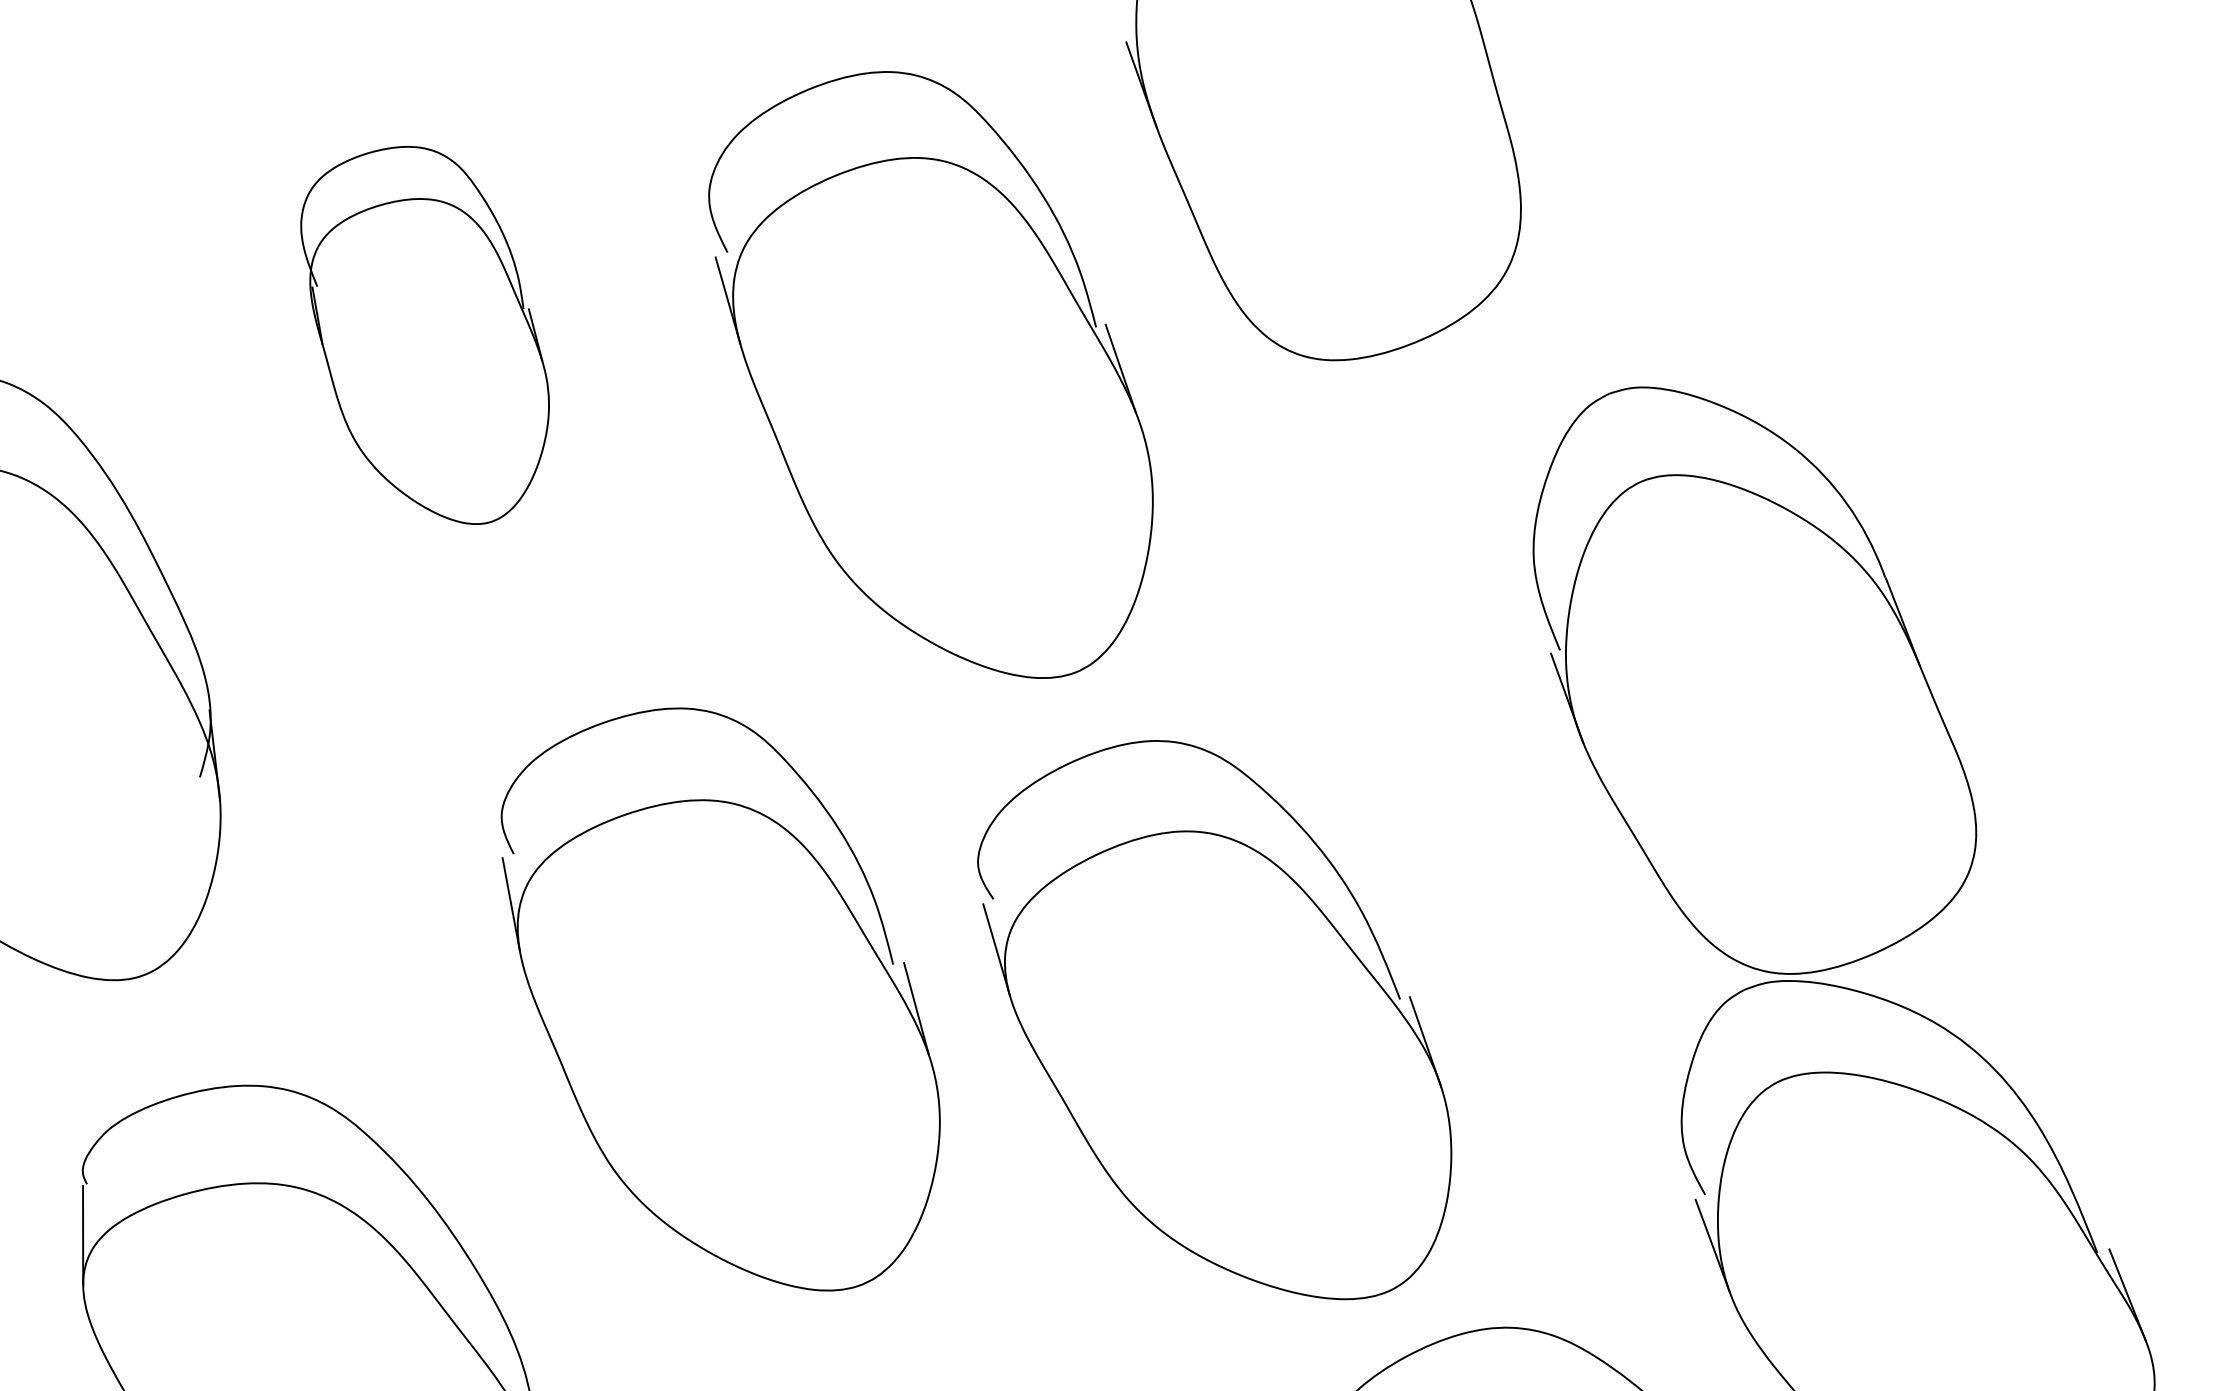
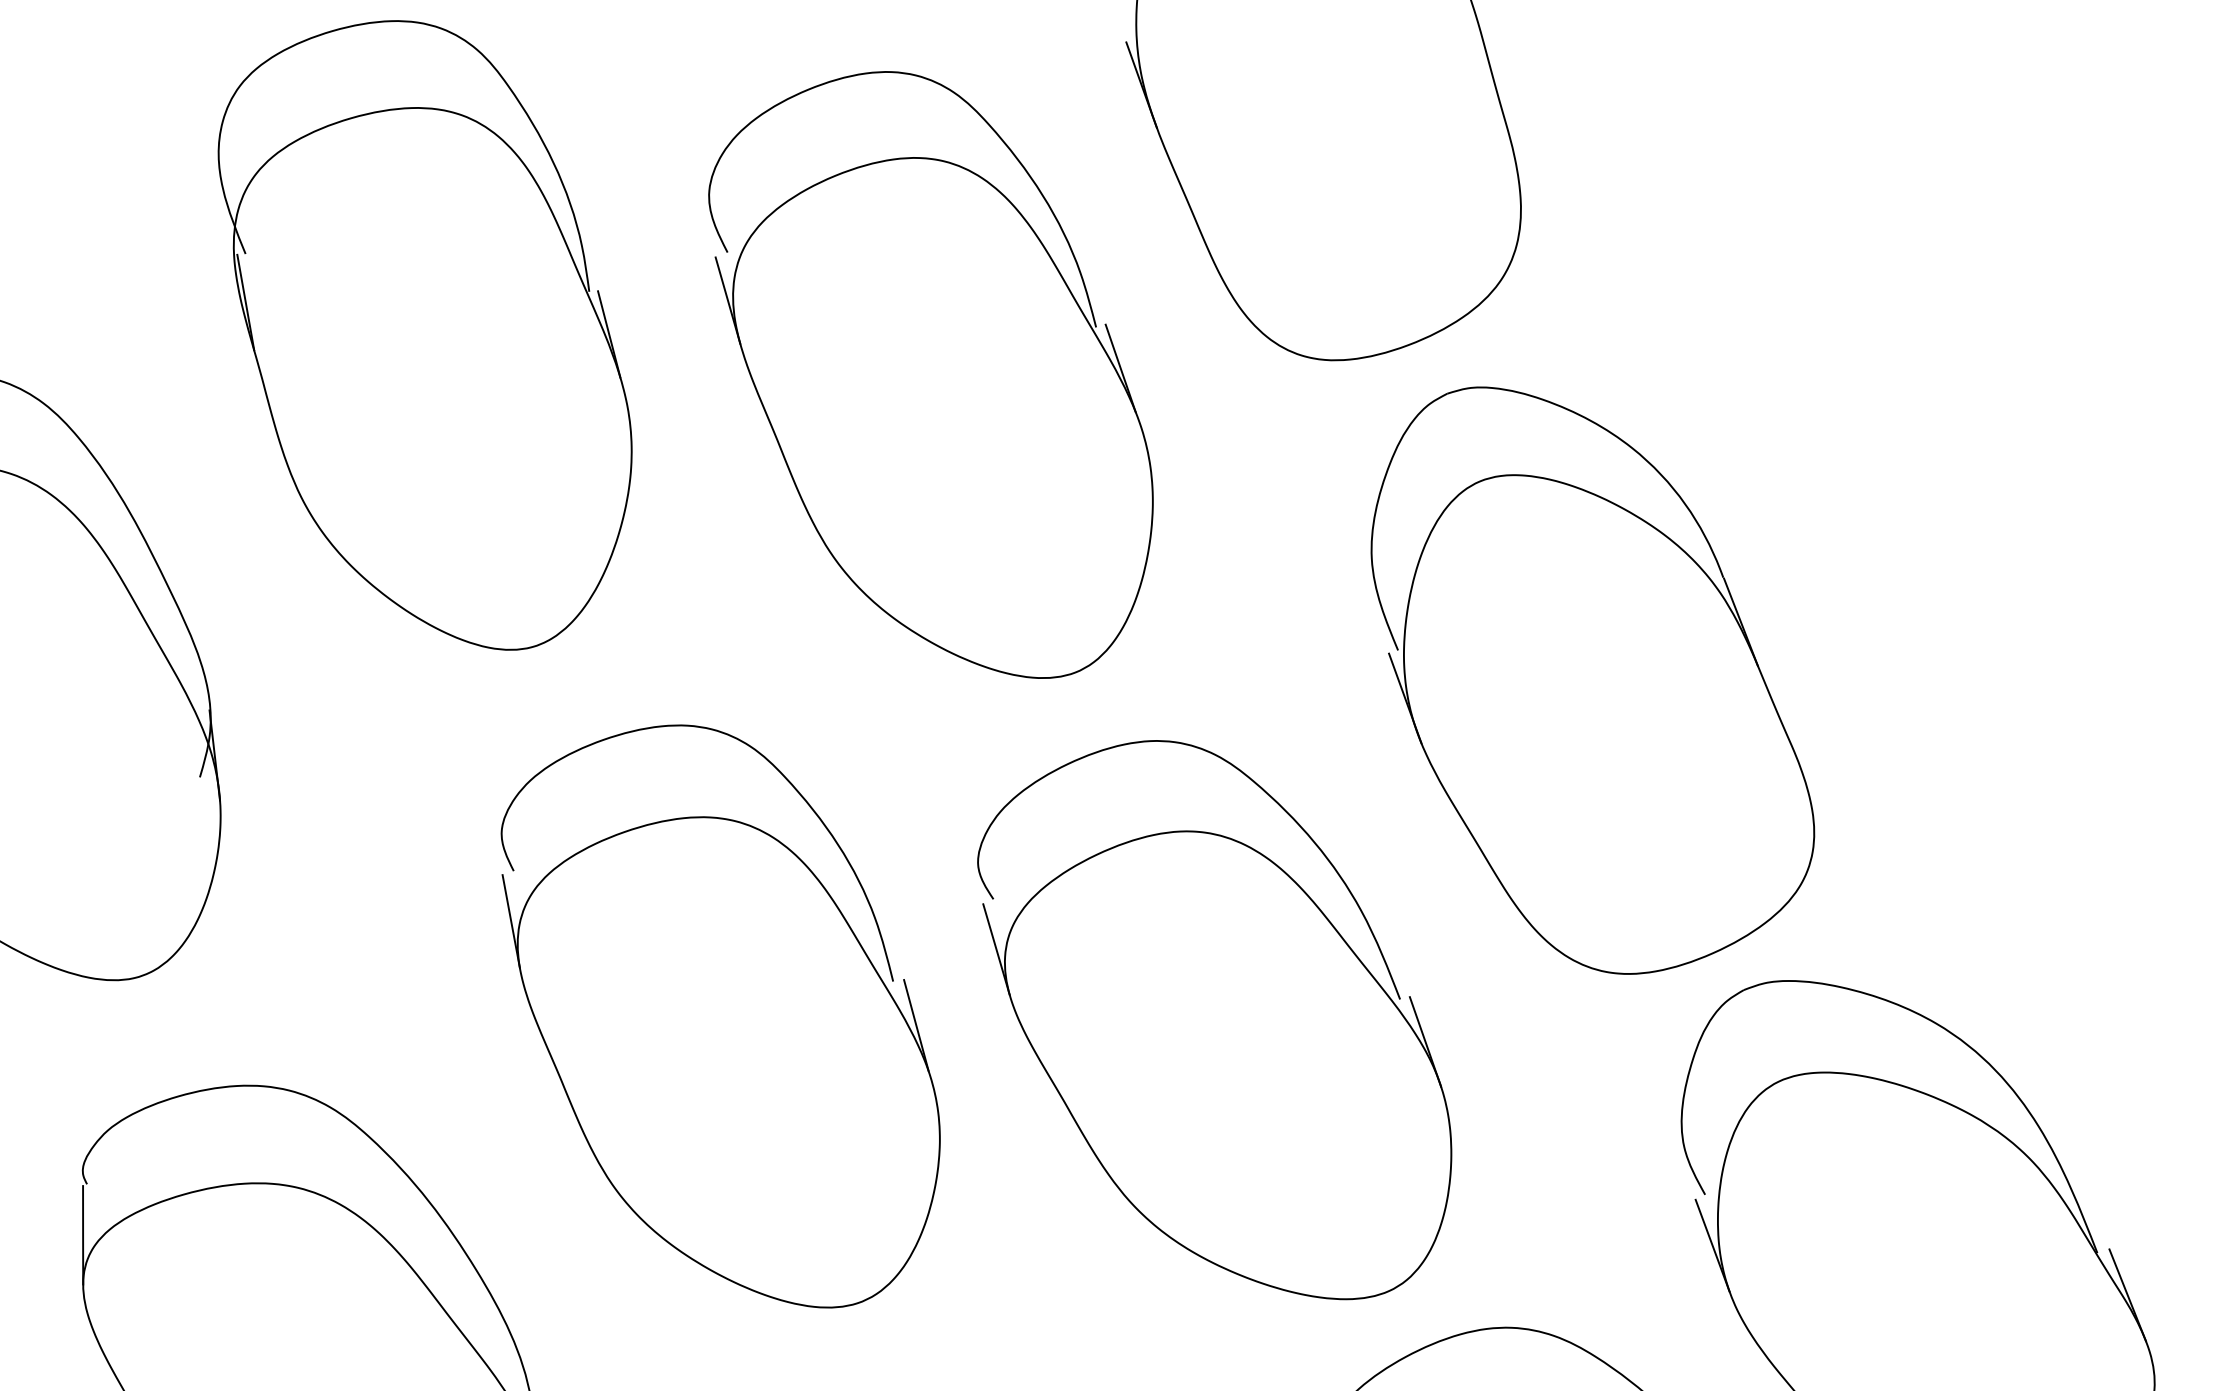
part at (424, 335) size: 250x379 px -> 416x631 px
part at (1754, 680) position: (1754, 680) -> (1592, 680)
part at (720, 999) position: (720, 999) -> (720, 1016)
